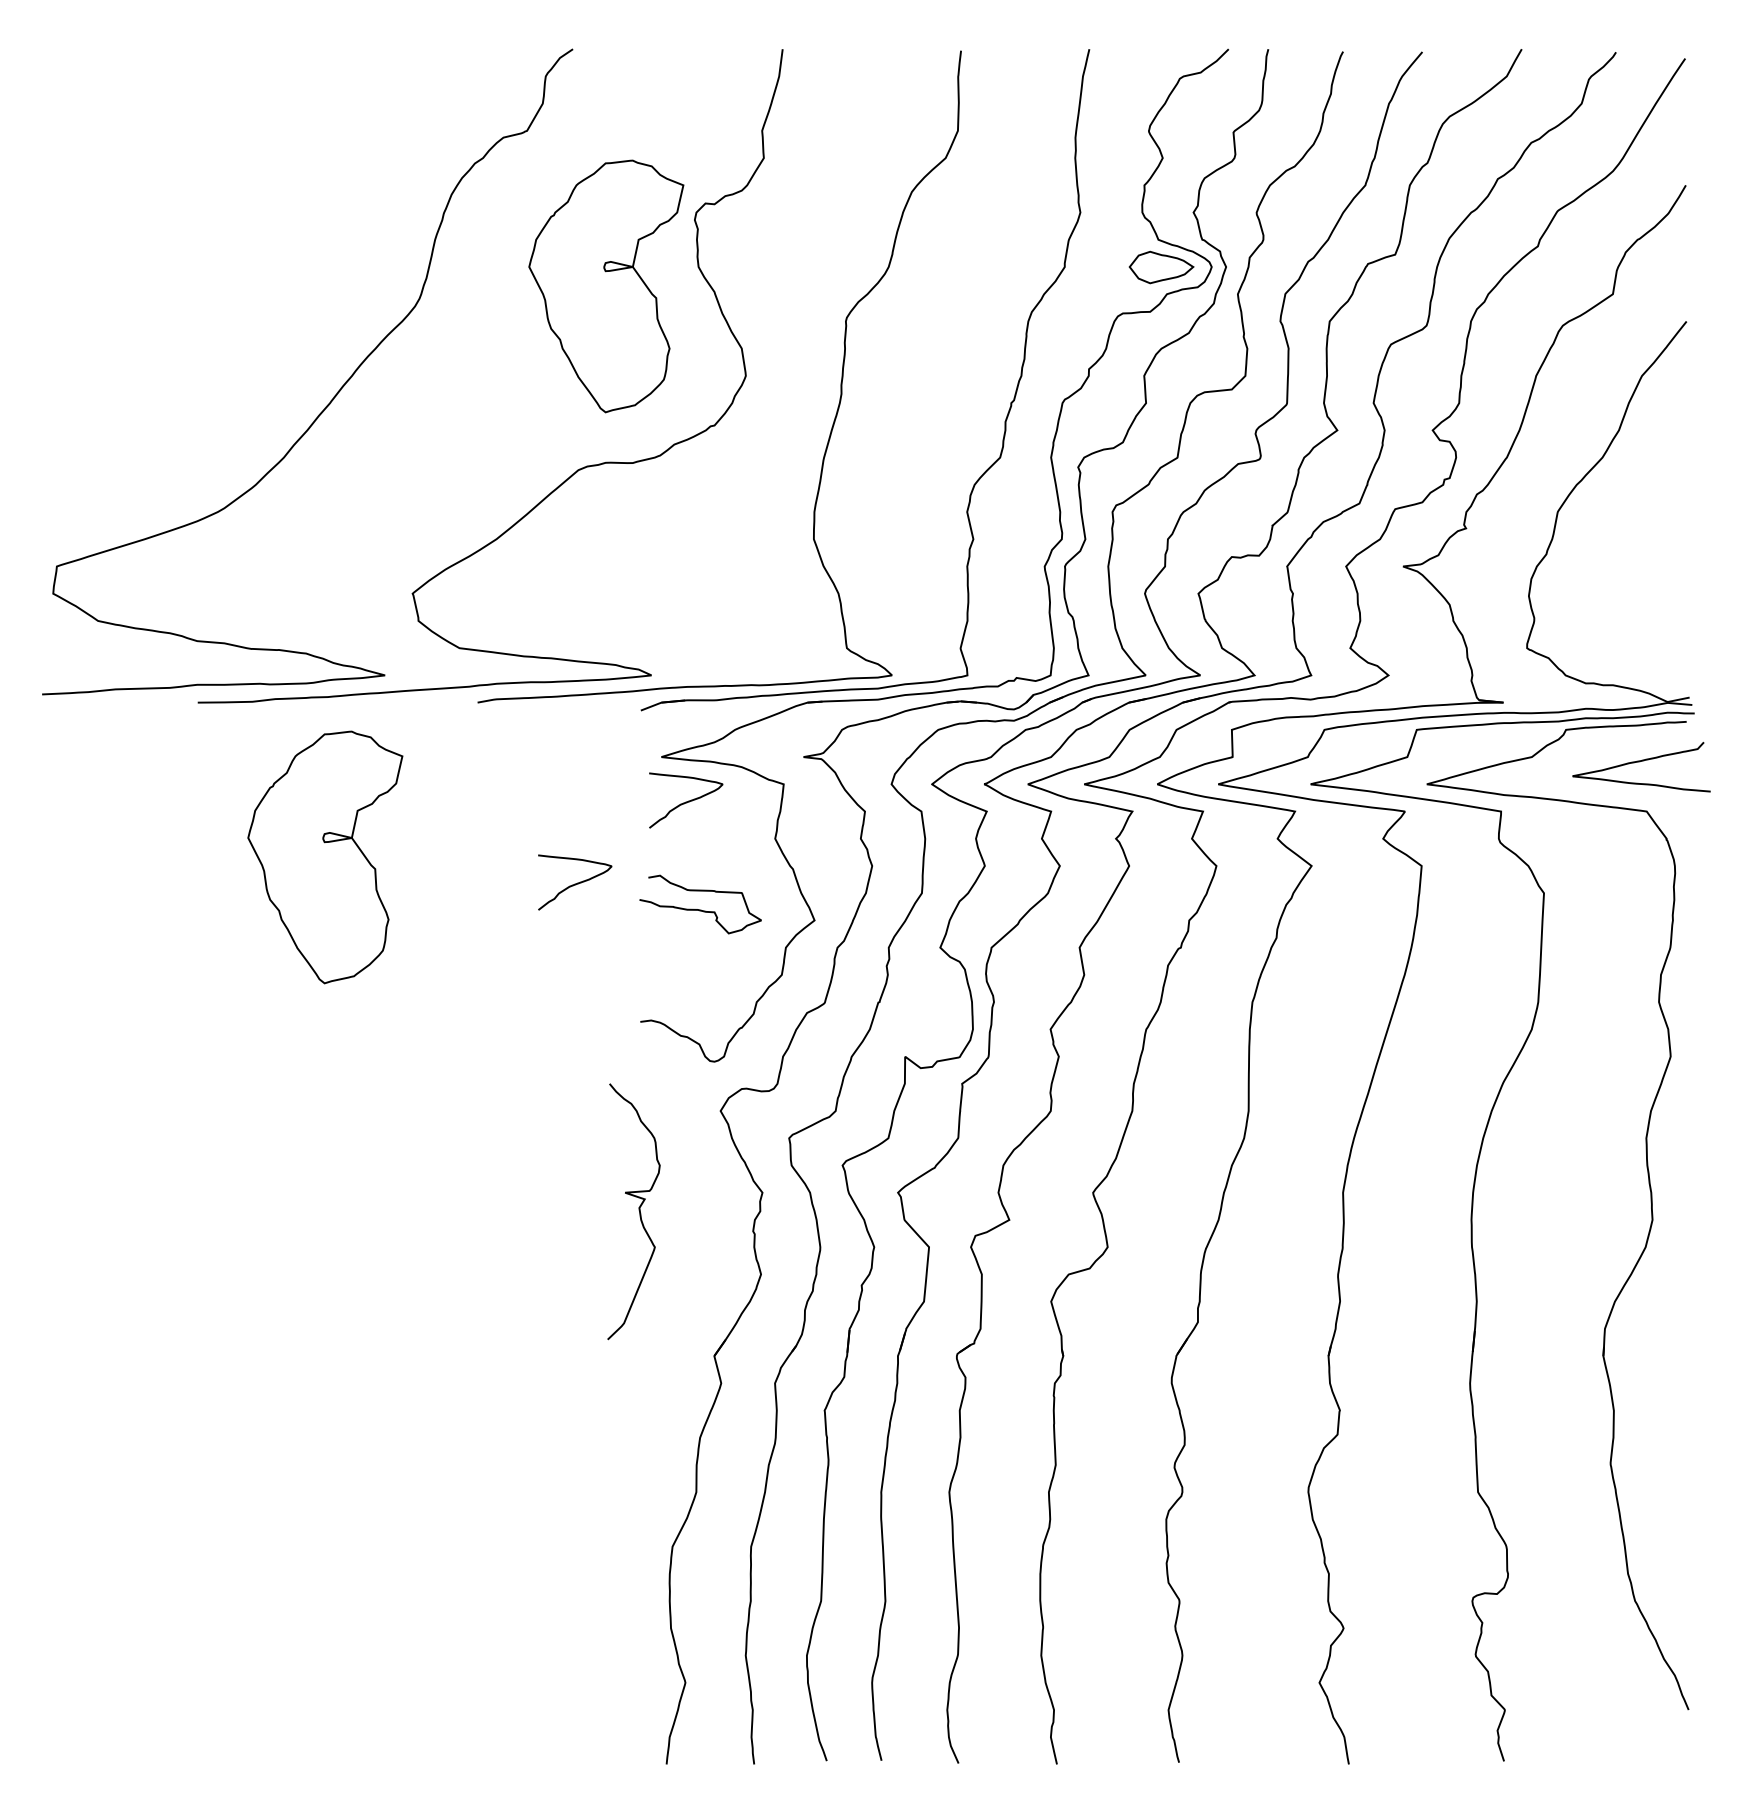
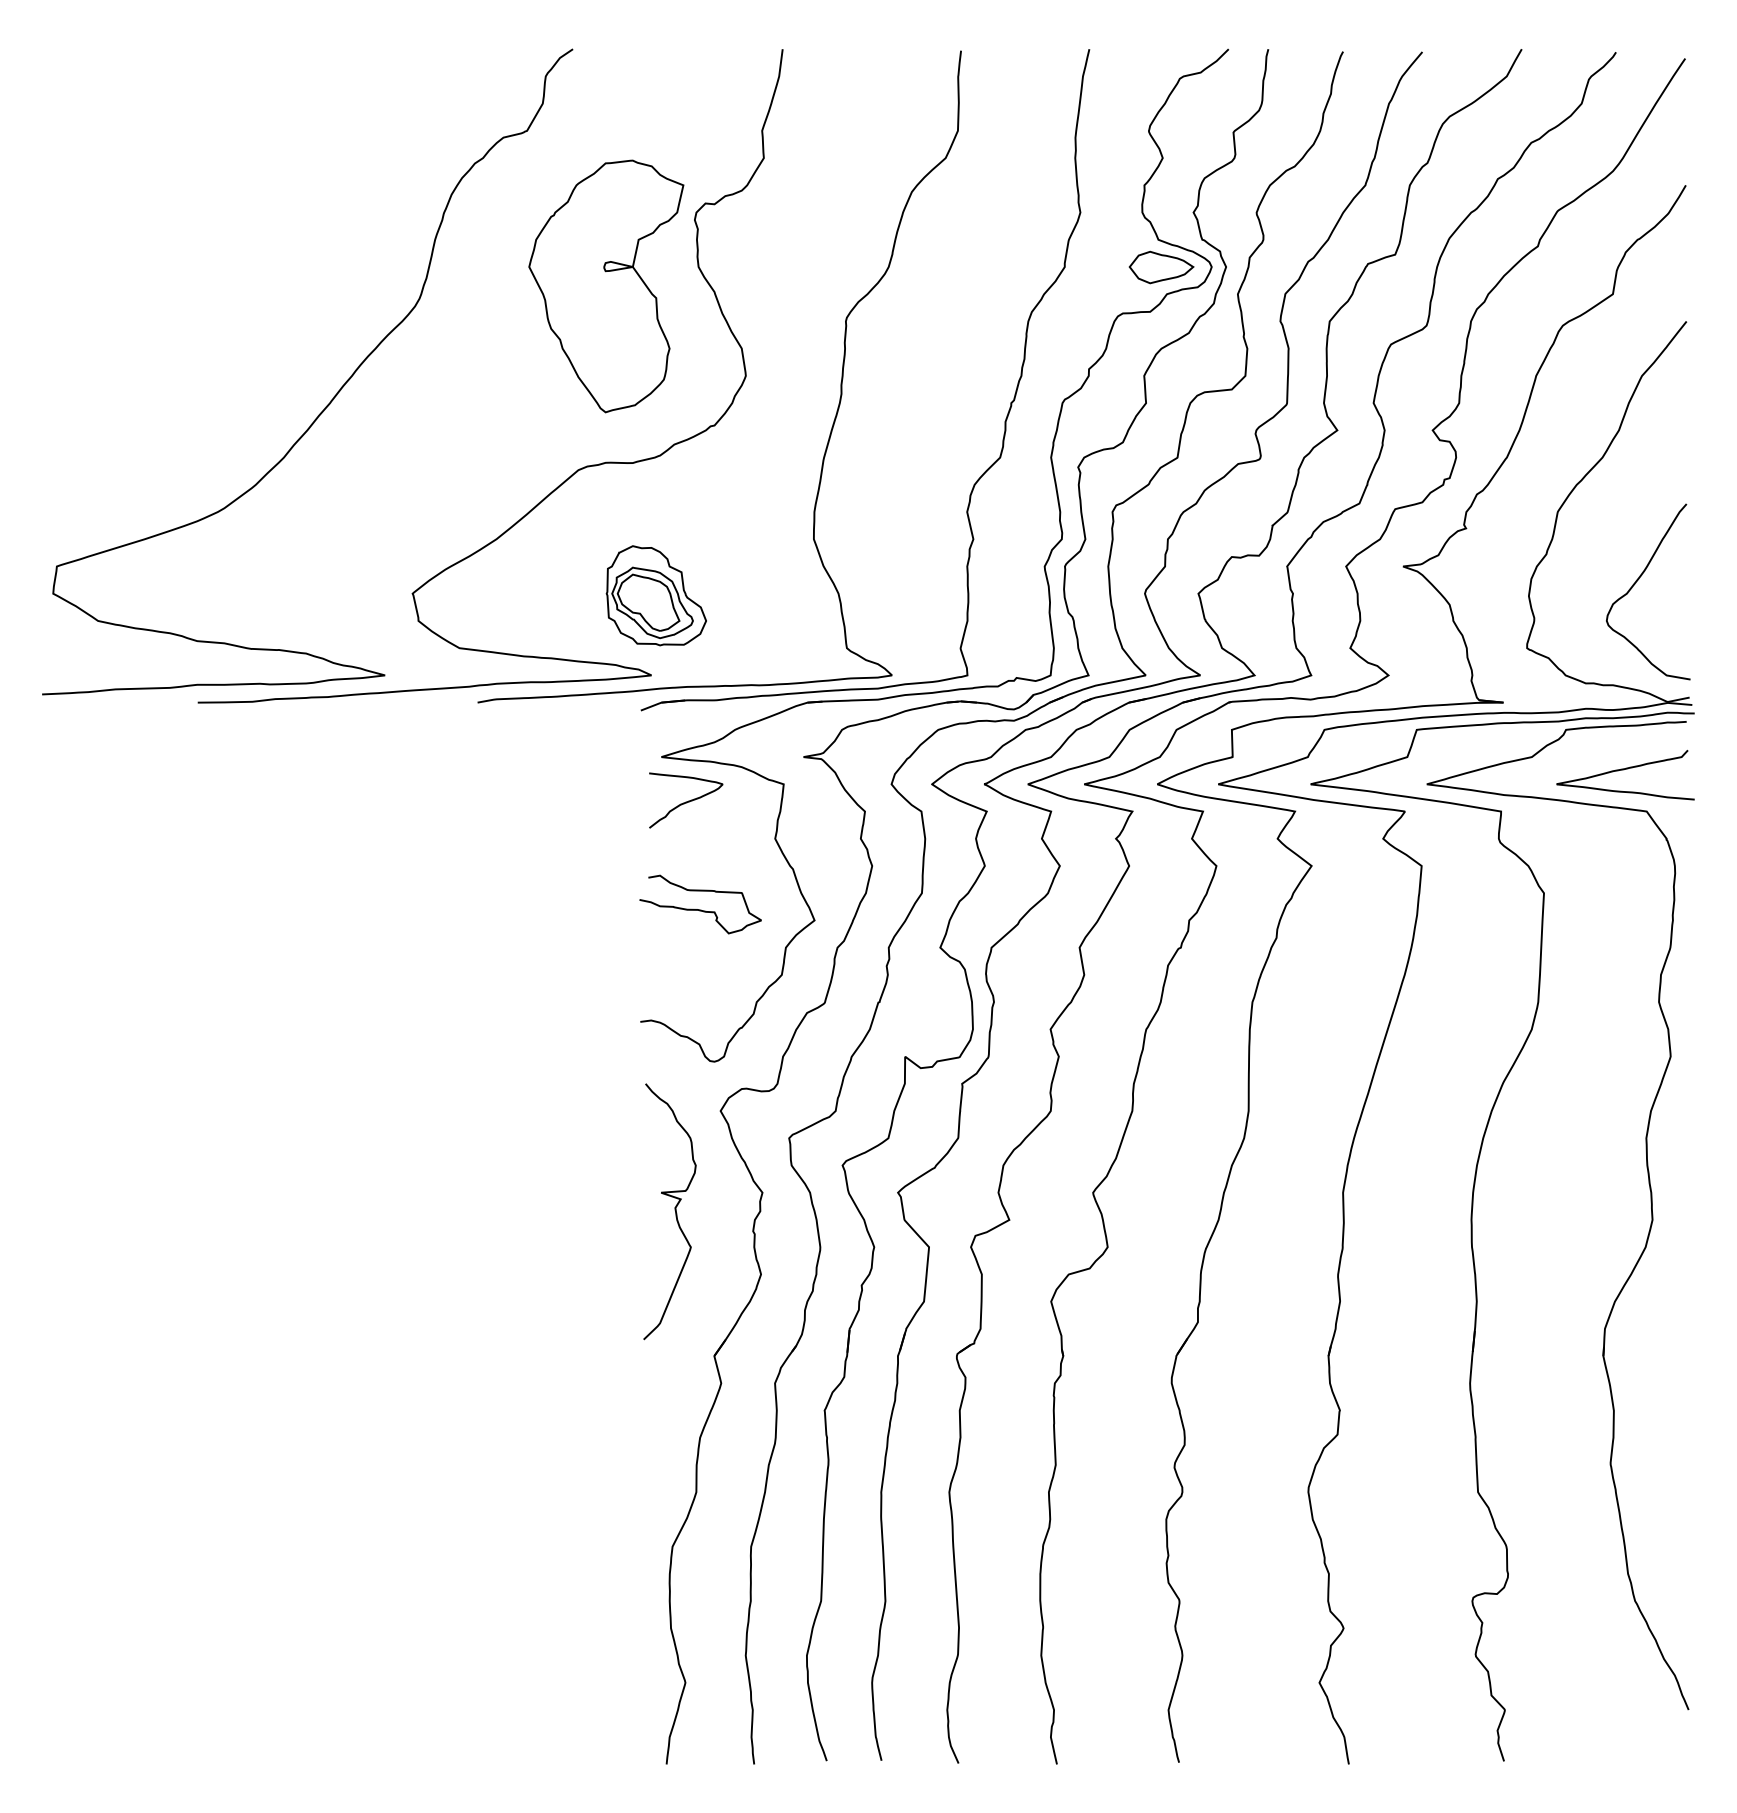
curve at (1635, 584): none -> present
part at (655, 595): none -> present
curve at (1639, 762) position: (1639, 762) -> (1623, 770)
part at (325, 857): present -> none
curve at (575, 883): present -> none
curve at (638, 1210) position: (638, 1210) -> (674, 1210)
